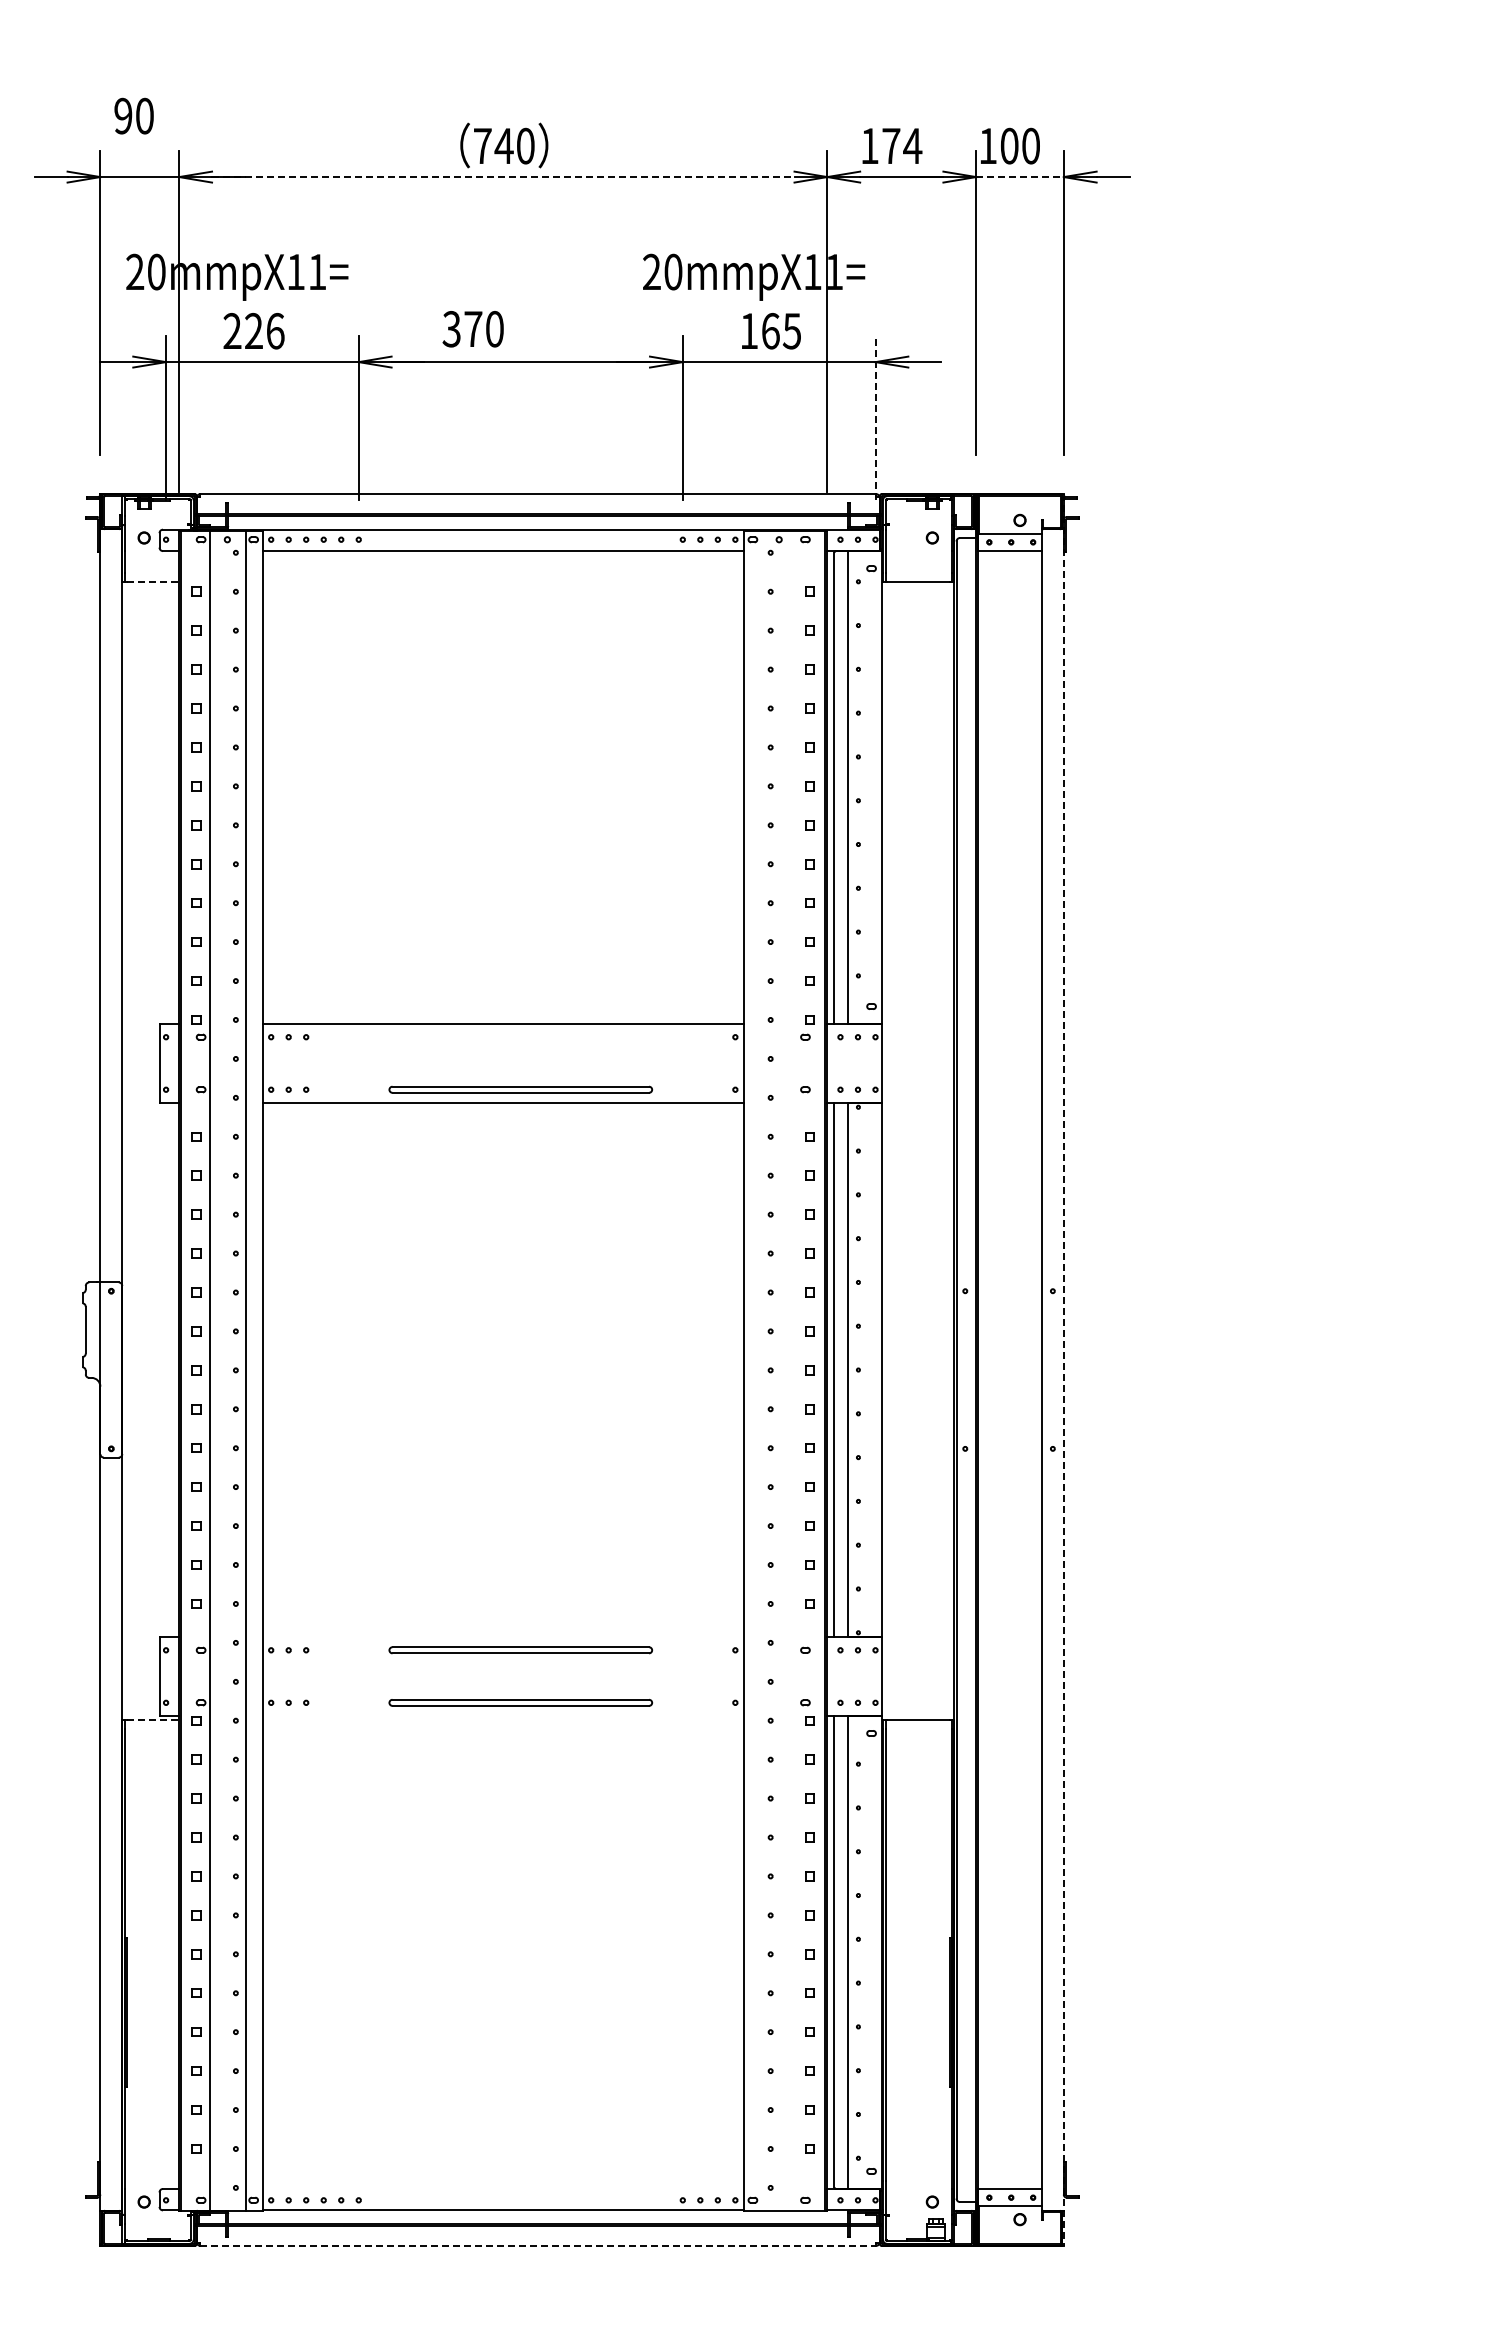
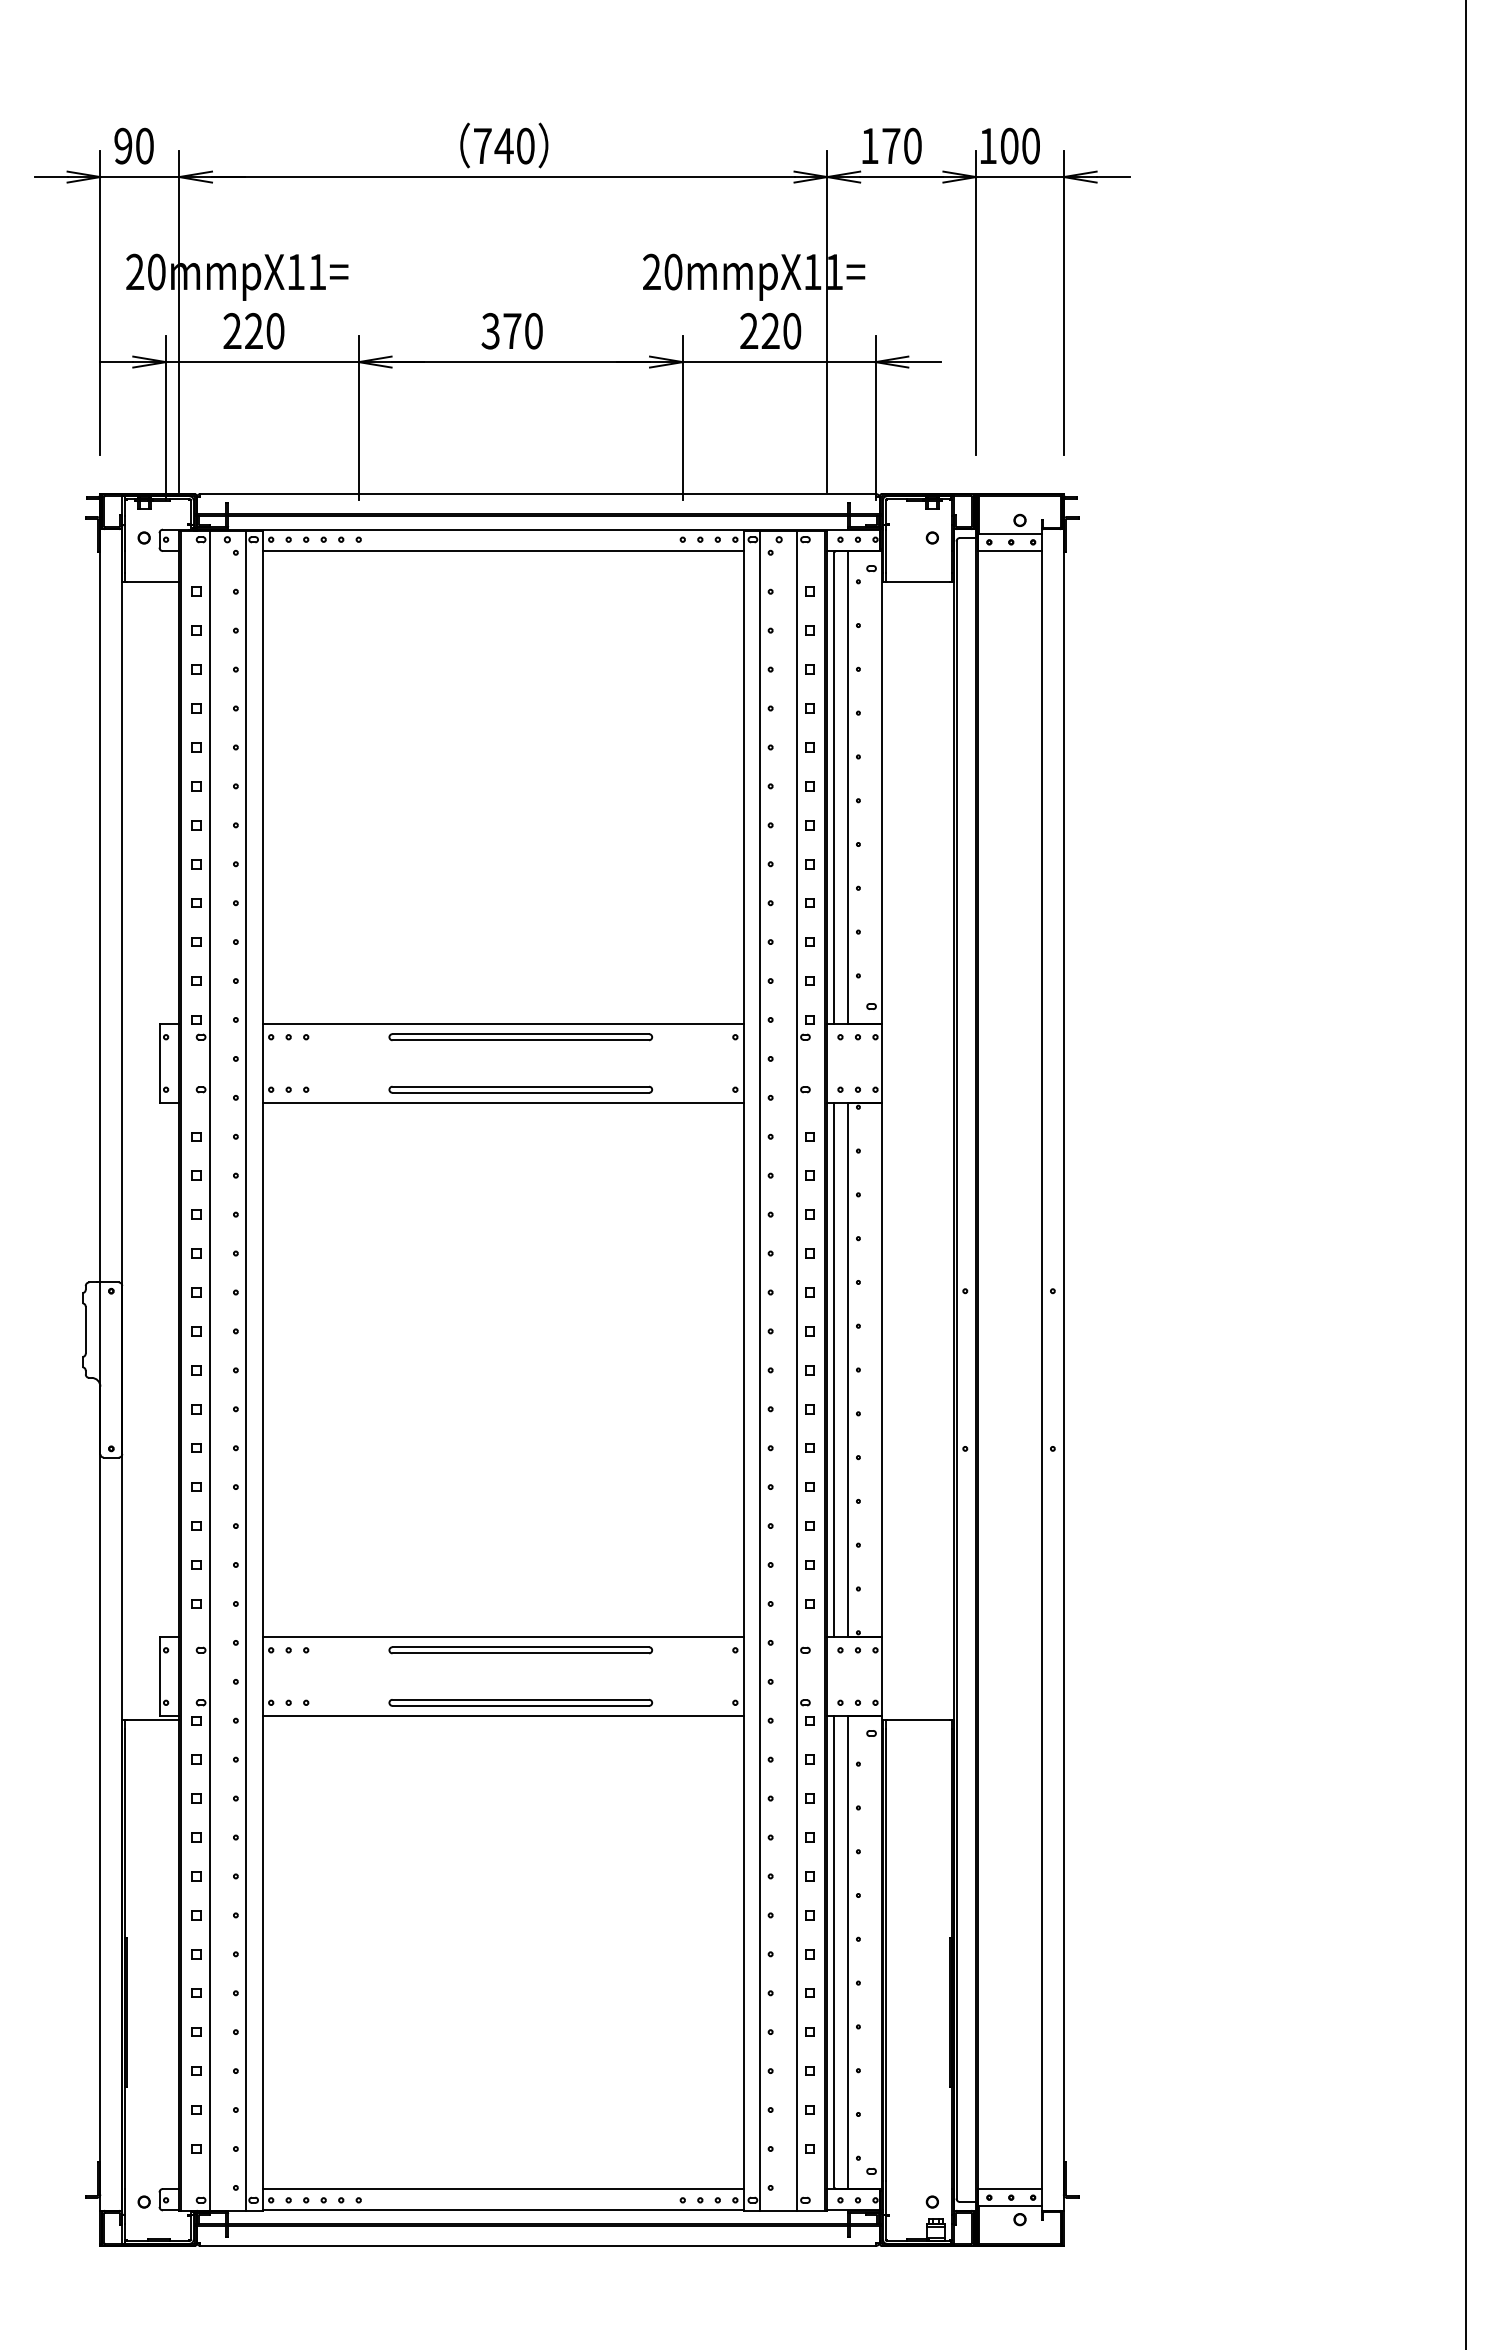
text at (133, 115) position: (133, 115) -> (133, 145)
text at (912, 145): 174 -> 170
line at (503, 177): dashed -> solid
line at (1020, 177): dashed -> solid
text at (472, 329) position: (472, 329) -> (511, 331)
text at (275, 330): 226 -> 220
text at (770, 330): 165 -> 220
line at (875, 417): dashed -> solid
line at (153, 581): dashed -> solid
part at (520, 1037): none -> present
line at (1465, 1174): none -> present
line at (760, 1370): none -> present
line at (796, 1370): none -> present
line at (1063, 1370): dashed -> solid
line at (502, 1637): none -> present
line at (502, 1715): none -> present
line at (153, 1720): dashed -> solid
line at (502, 2188): none -> present
line at (538, 2245): dashed -> solid
